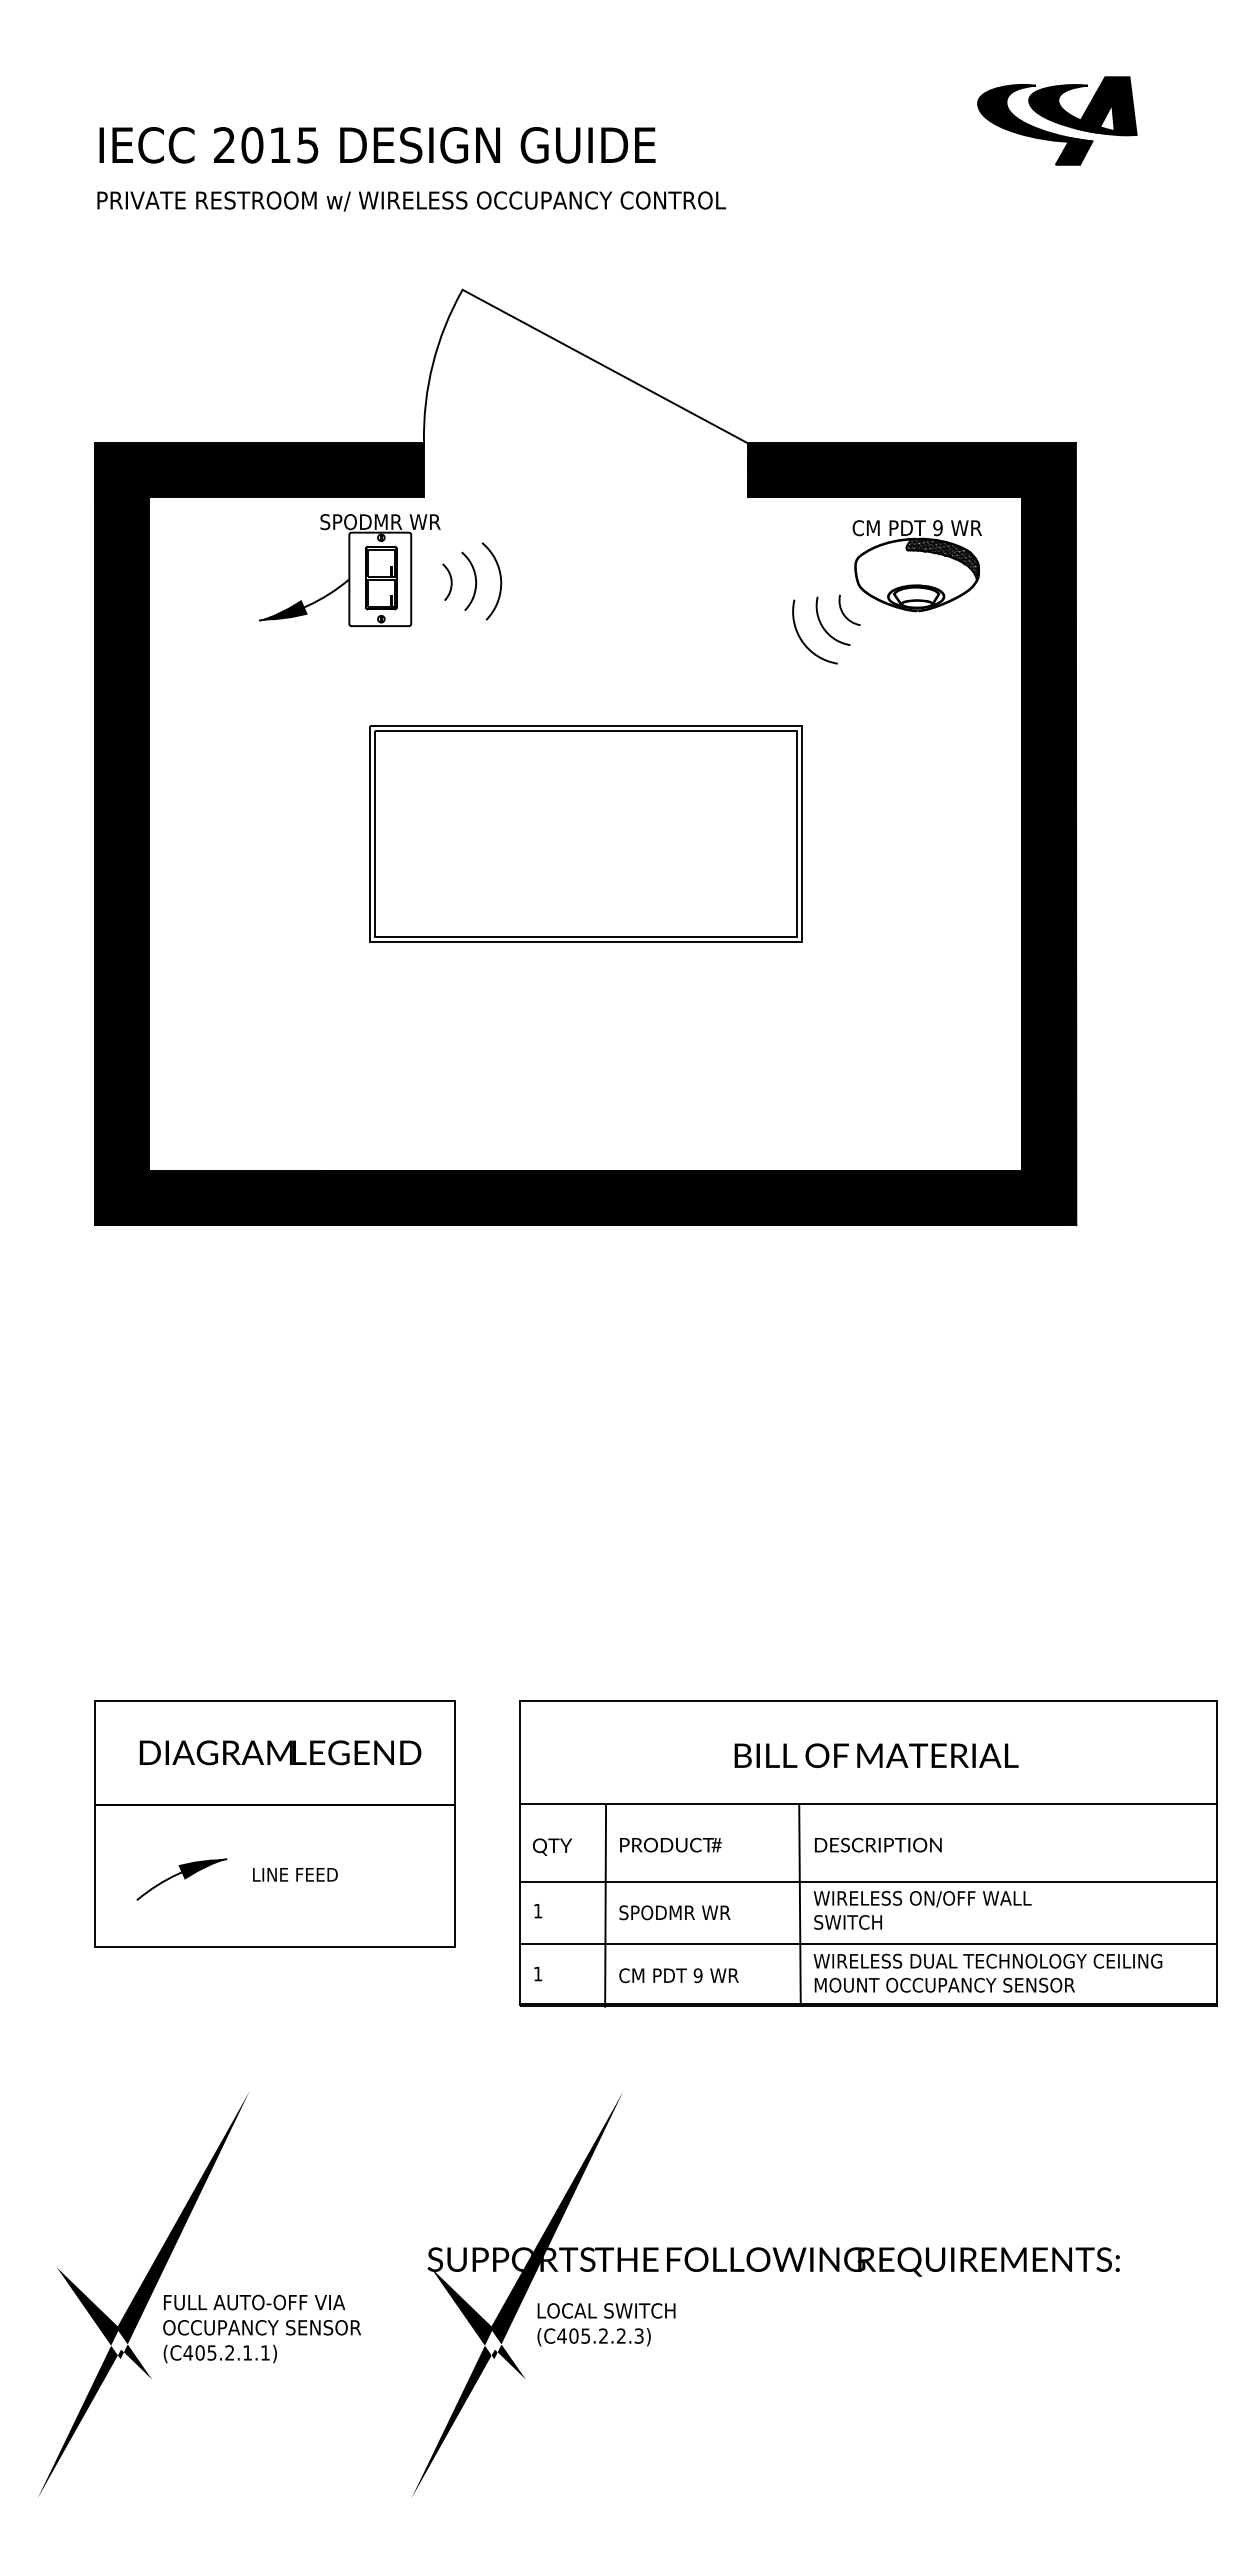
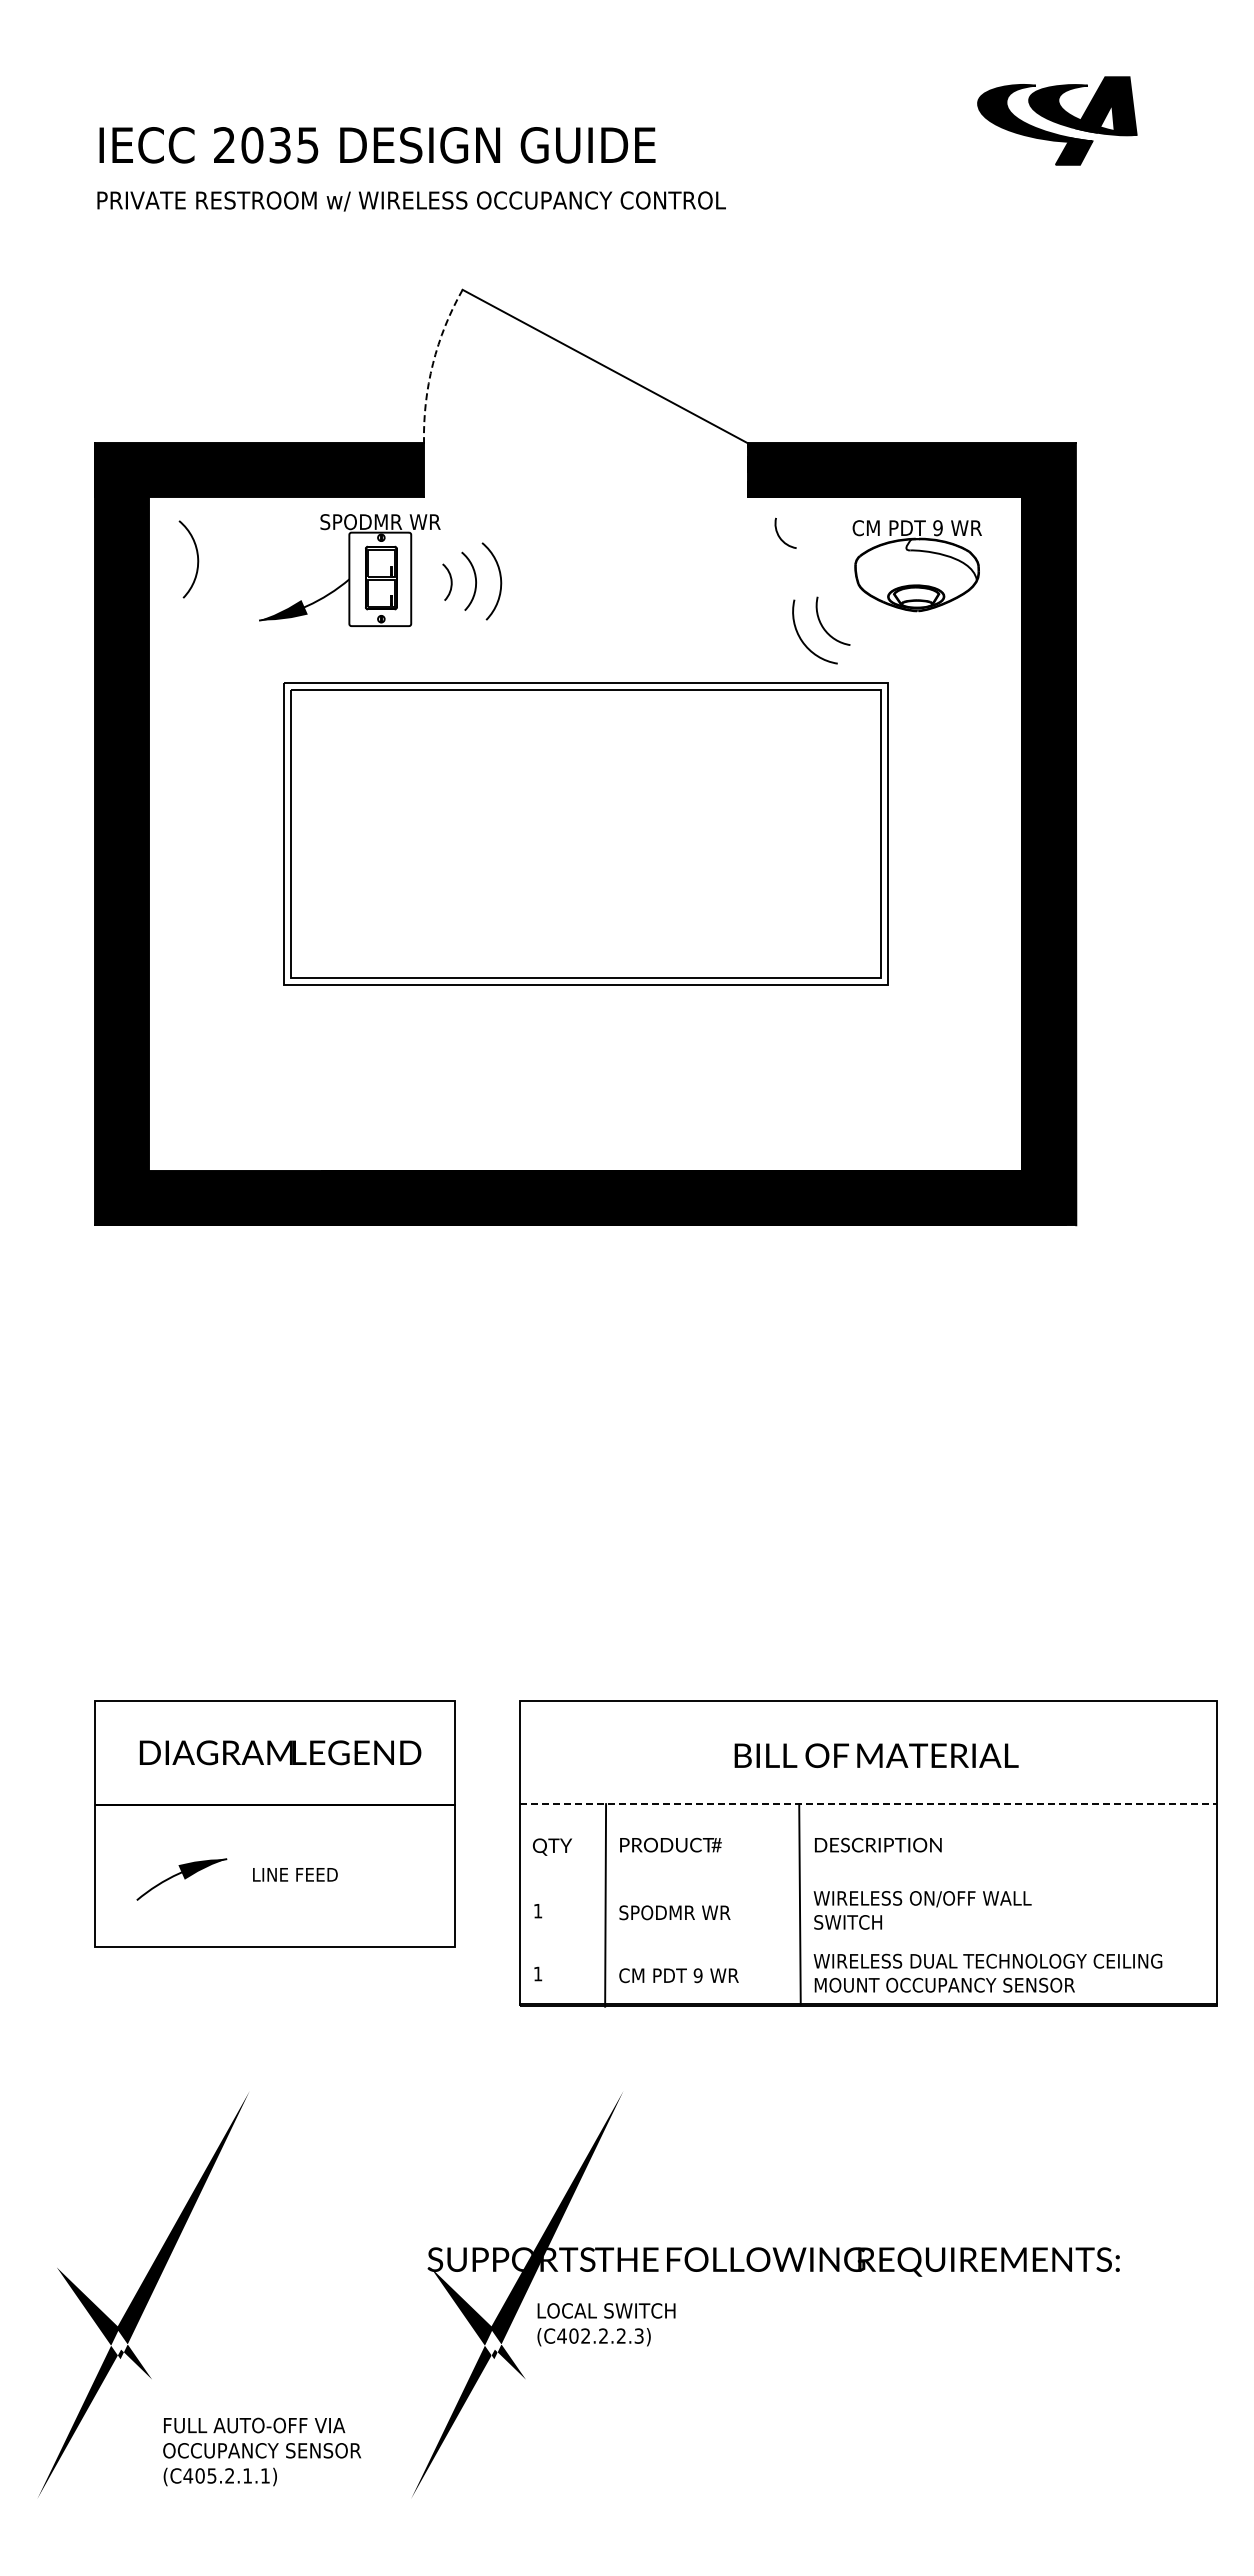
text at (279, 145): 2015 -> 2035
arc at (432, 363): solid -> dashed
arc at (197, 559): none -> present
hatch at (942, 559): present -> none
arc at (844, 613) position: (844, 613) -> (780, 536)
part at (585, 833) size: 434x218 px -> 606x304 px
line at (868, 1804): solid -> dashed
line at (867, 1881): present -> none
line at (867, 1943): present -> none
text at (261, 2328) position: (261, 2328) -> (261, 2451)
text at (585, 2335): (C405.2.2.3) -> (C402.2.2.3)
